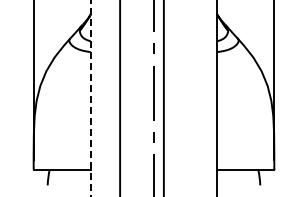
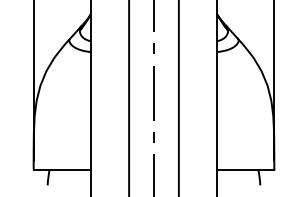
line at (120, 97) position: (120, 97) -> (129, 97)
line at (163, 97) position: (163, 97) -> (178, 97)
line at (90, 98): dashed -> solid
